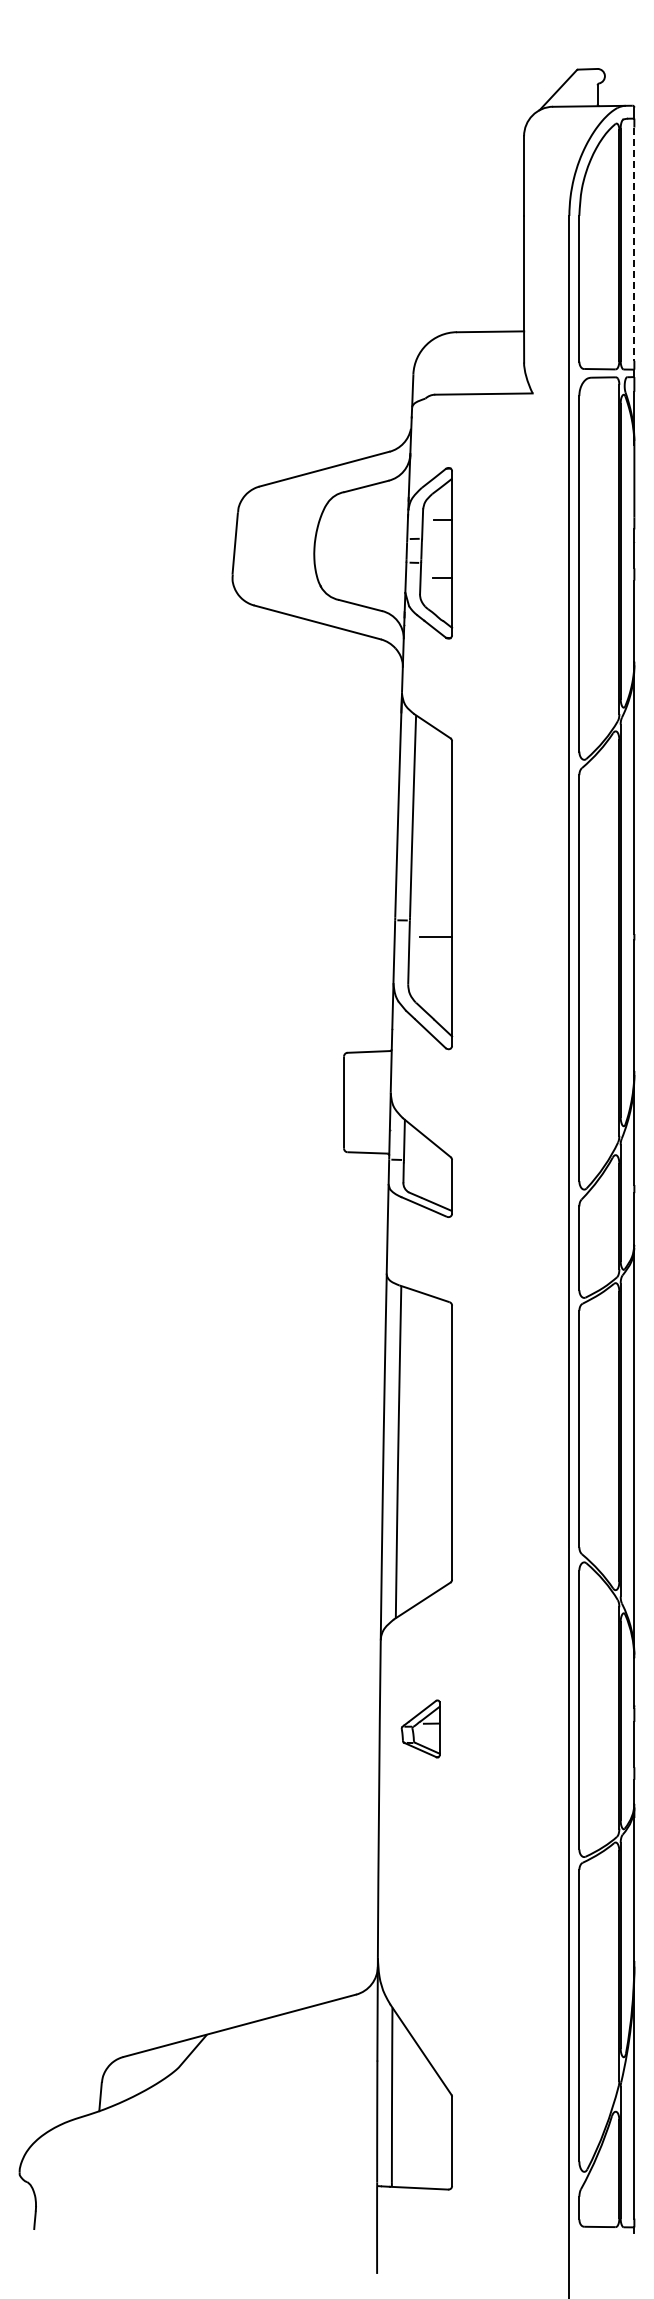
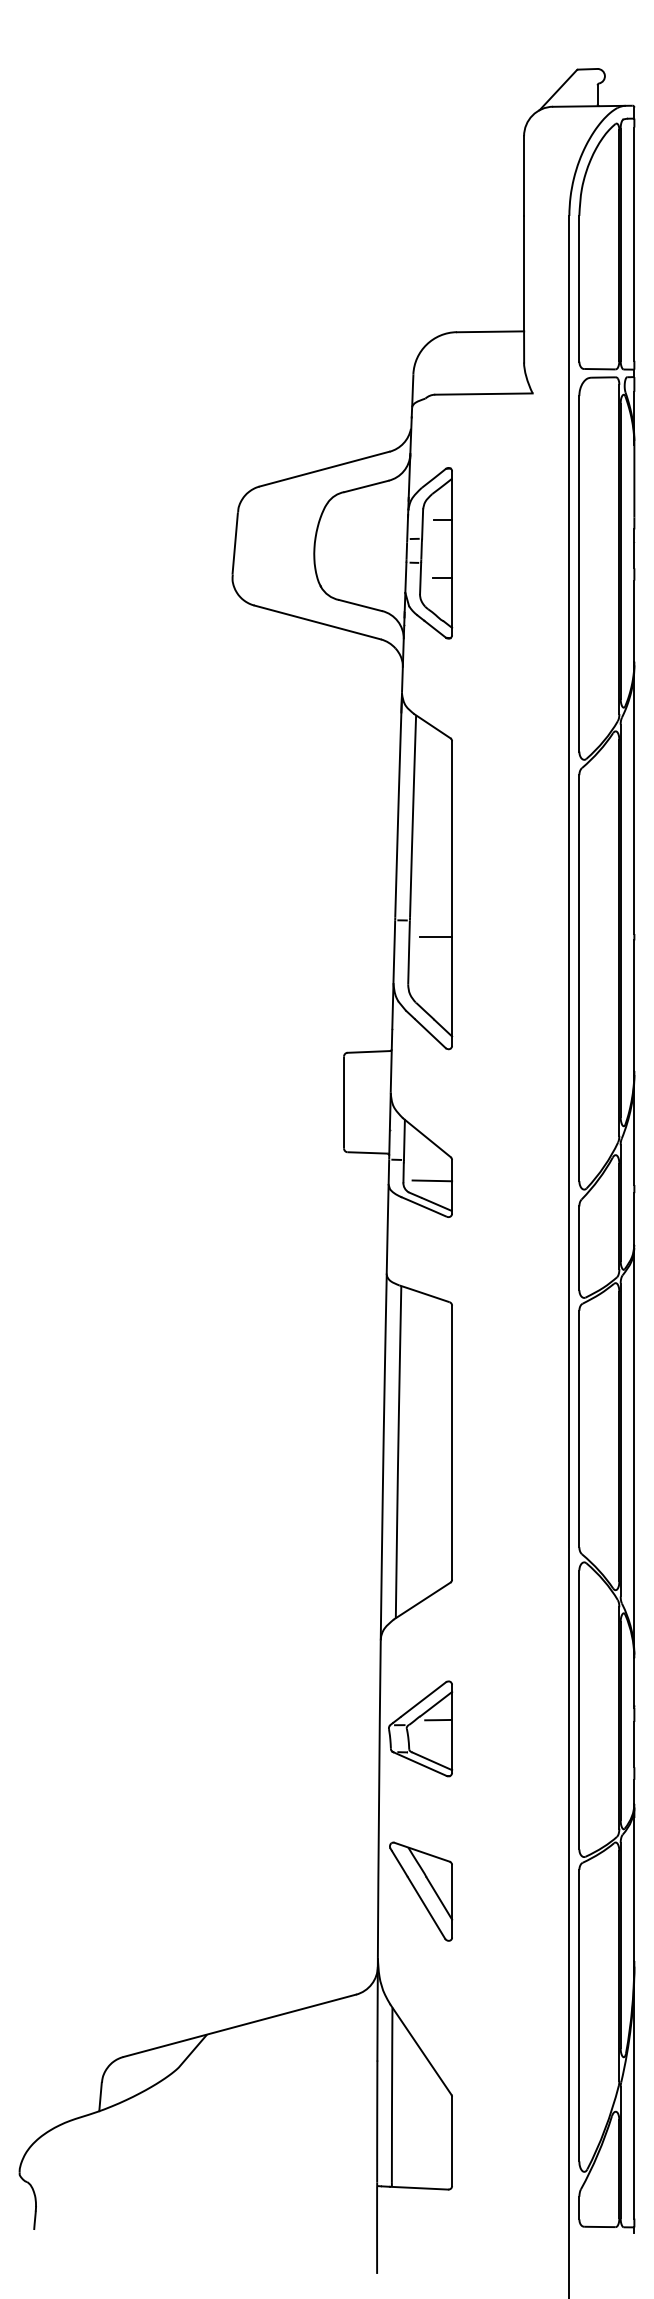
line at (634, 244): dashed -> solid
line at (432, 1180): none -> present
part at (420, 1728) size: 41x60 px -> 66x98 px
part at (421, 1891): none -> present
